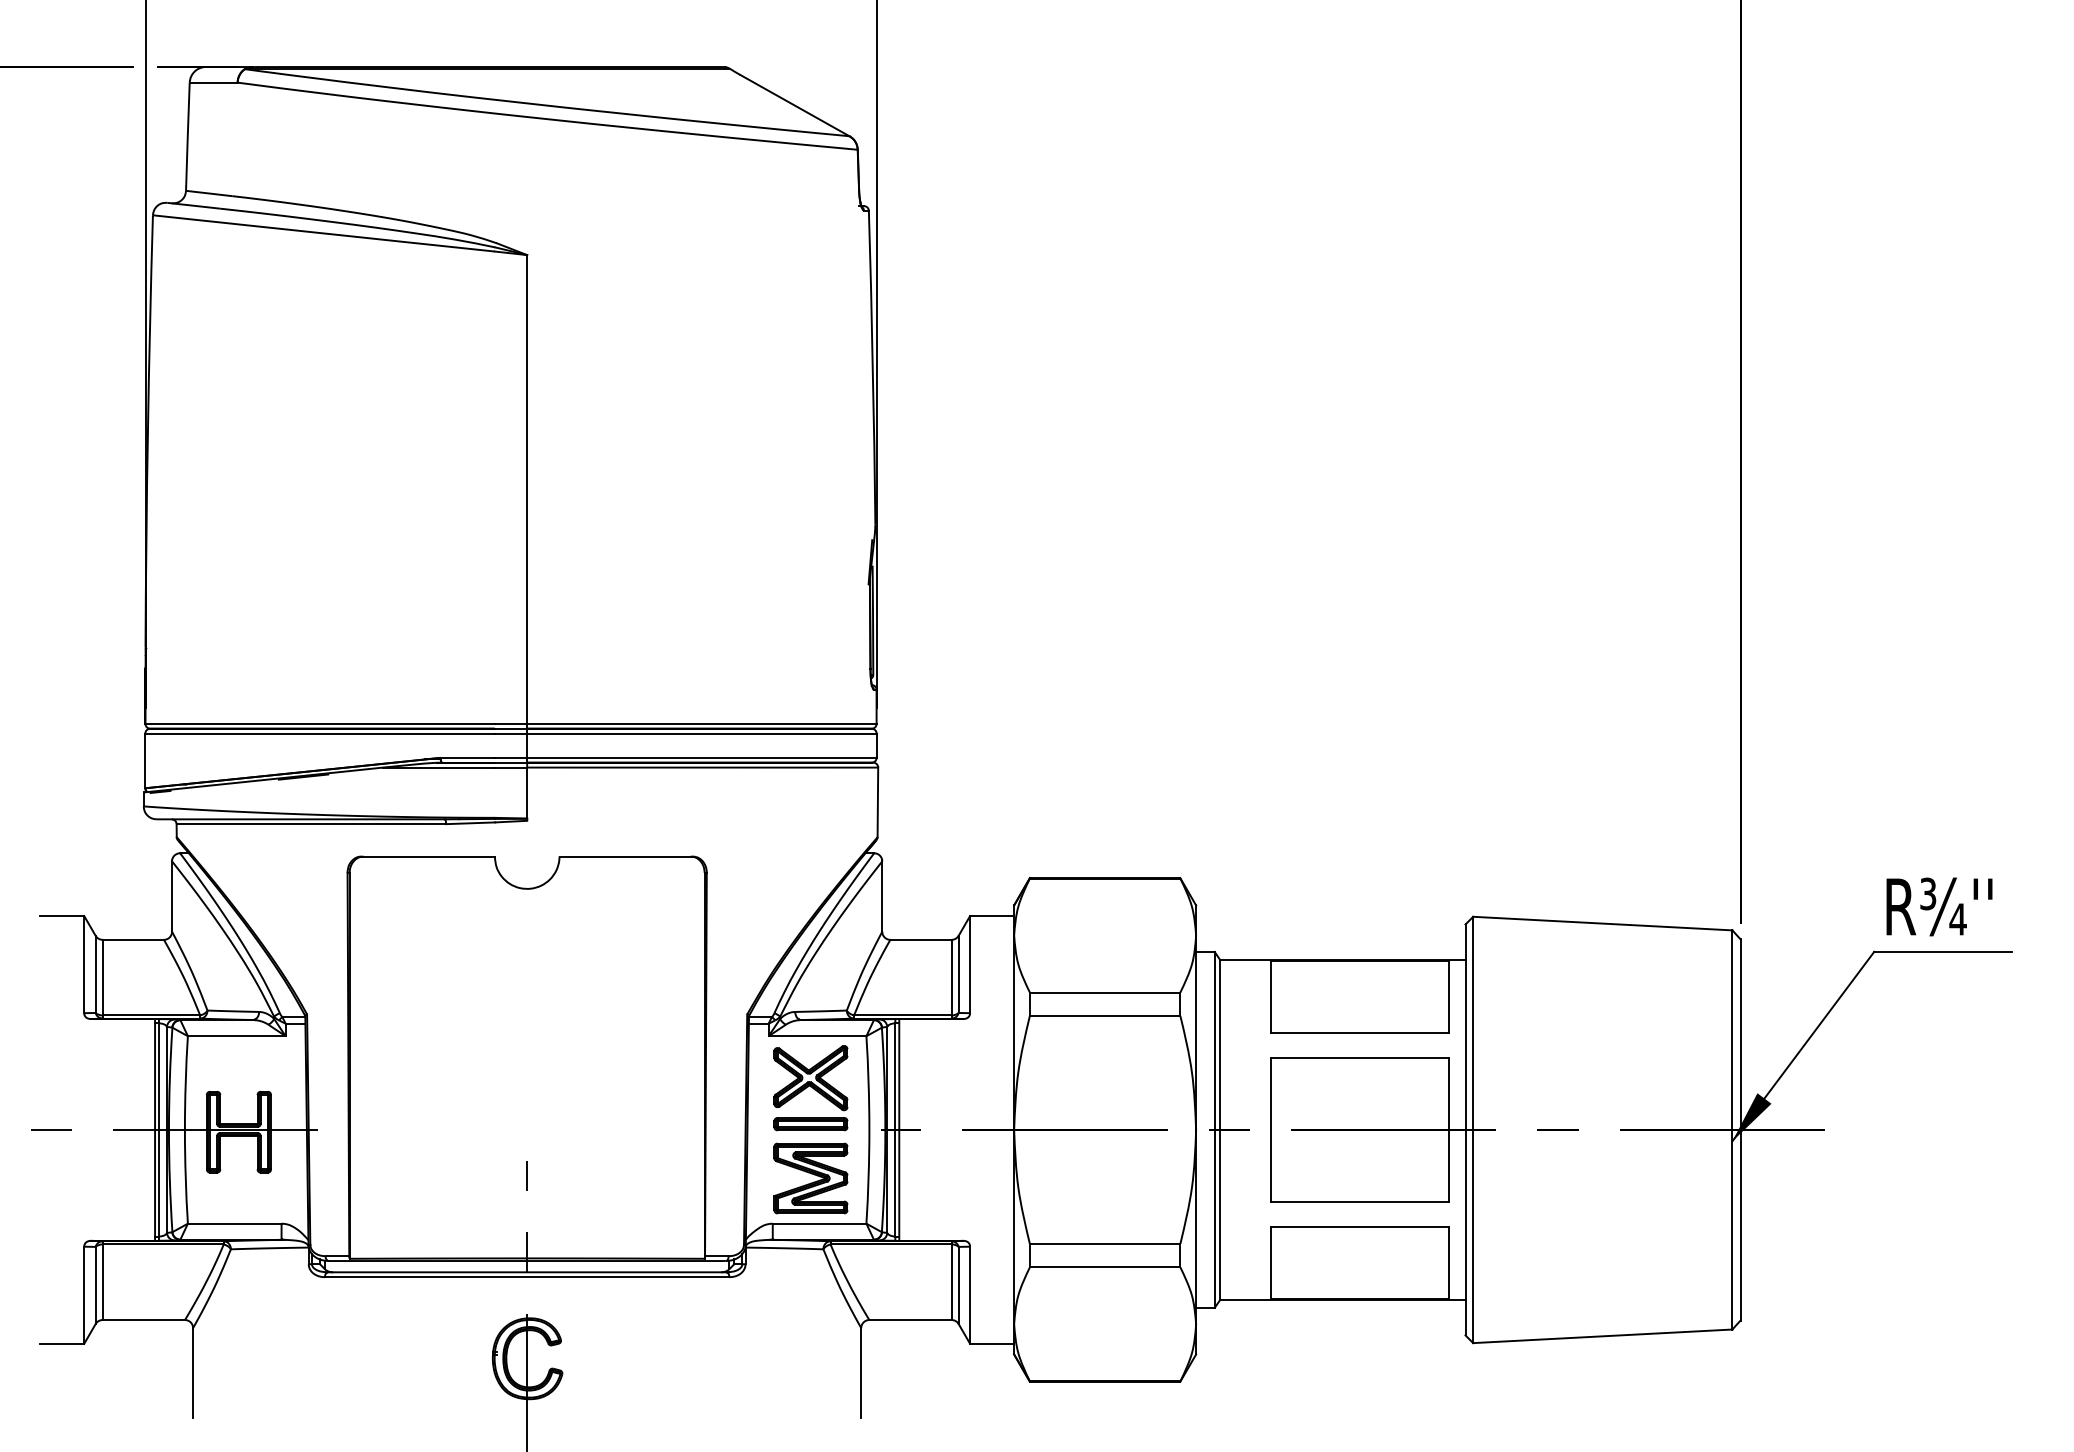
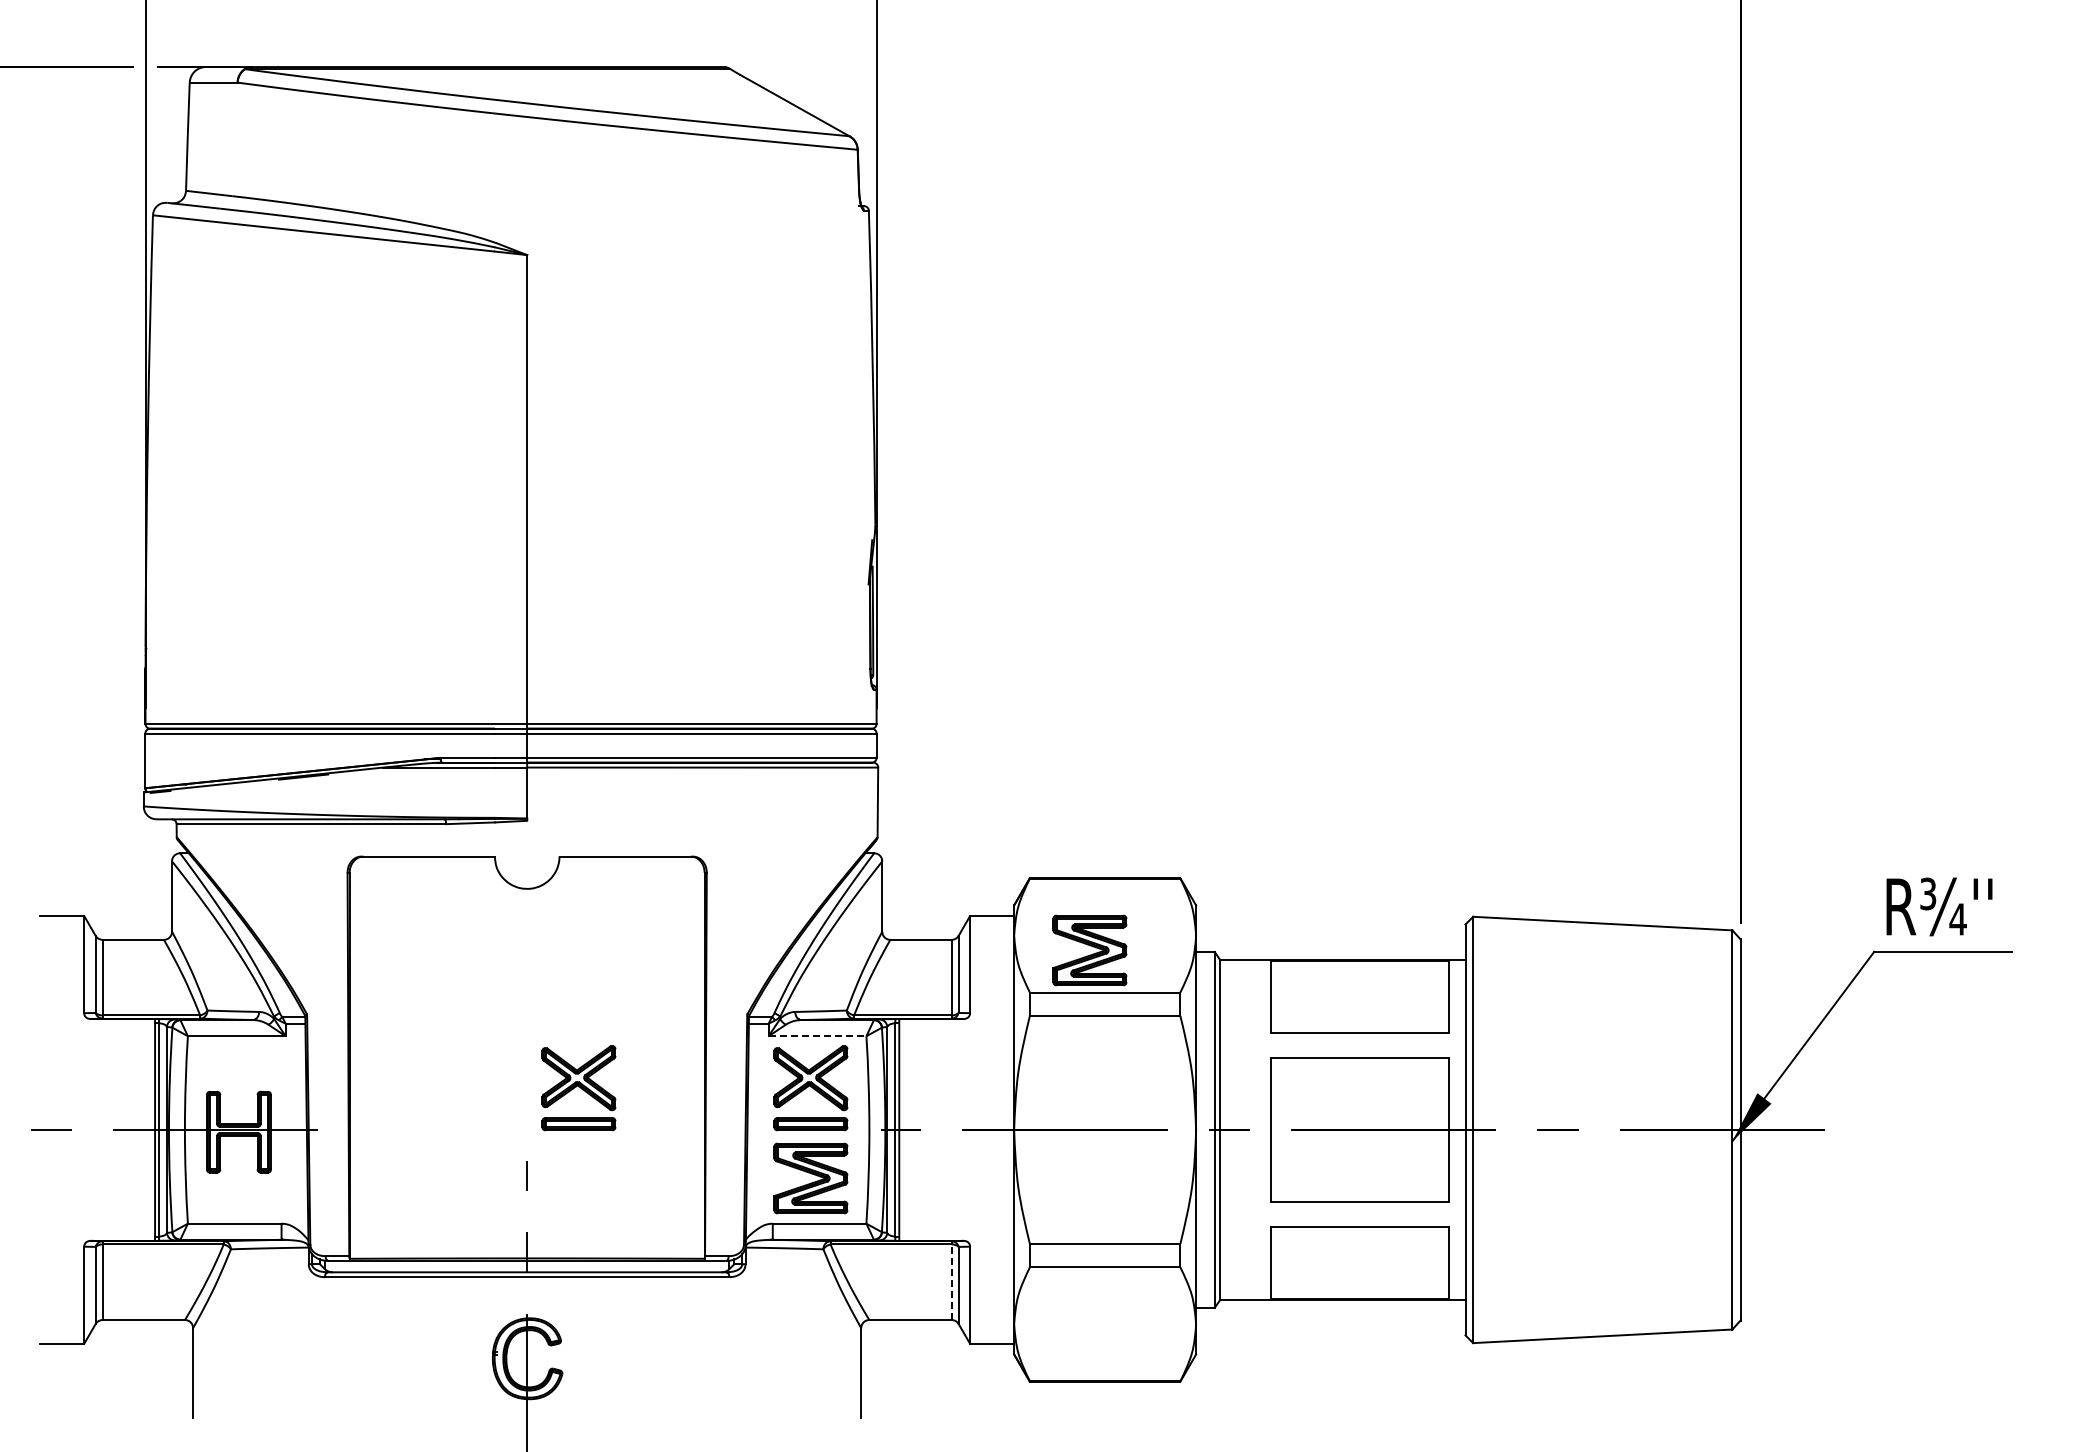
part at (1089, 950): none -> present
line at (817, 1036): solid -> dashed
part at (578, 1088): none -> present
line at (951, 1282): solid -> dashed
